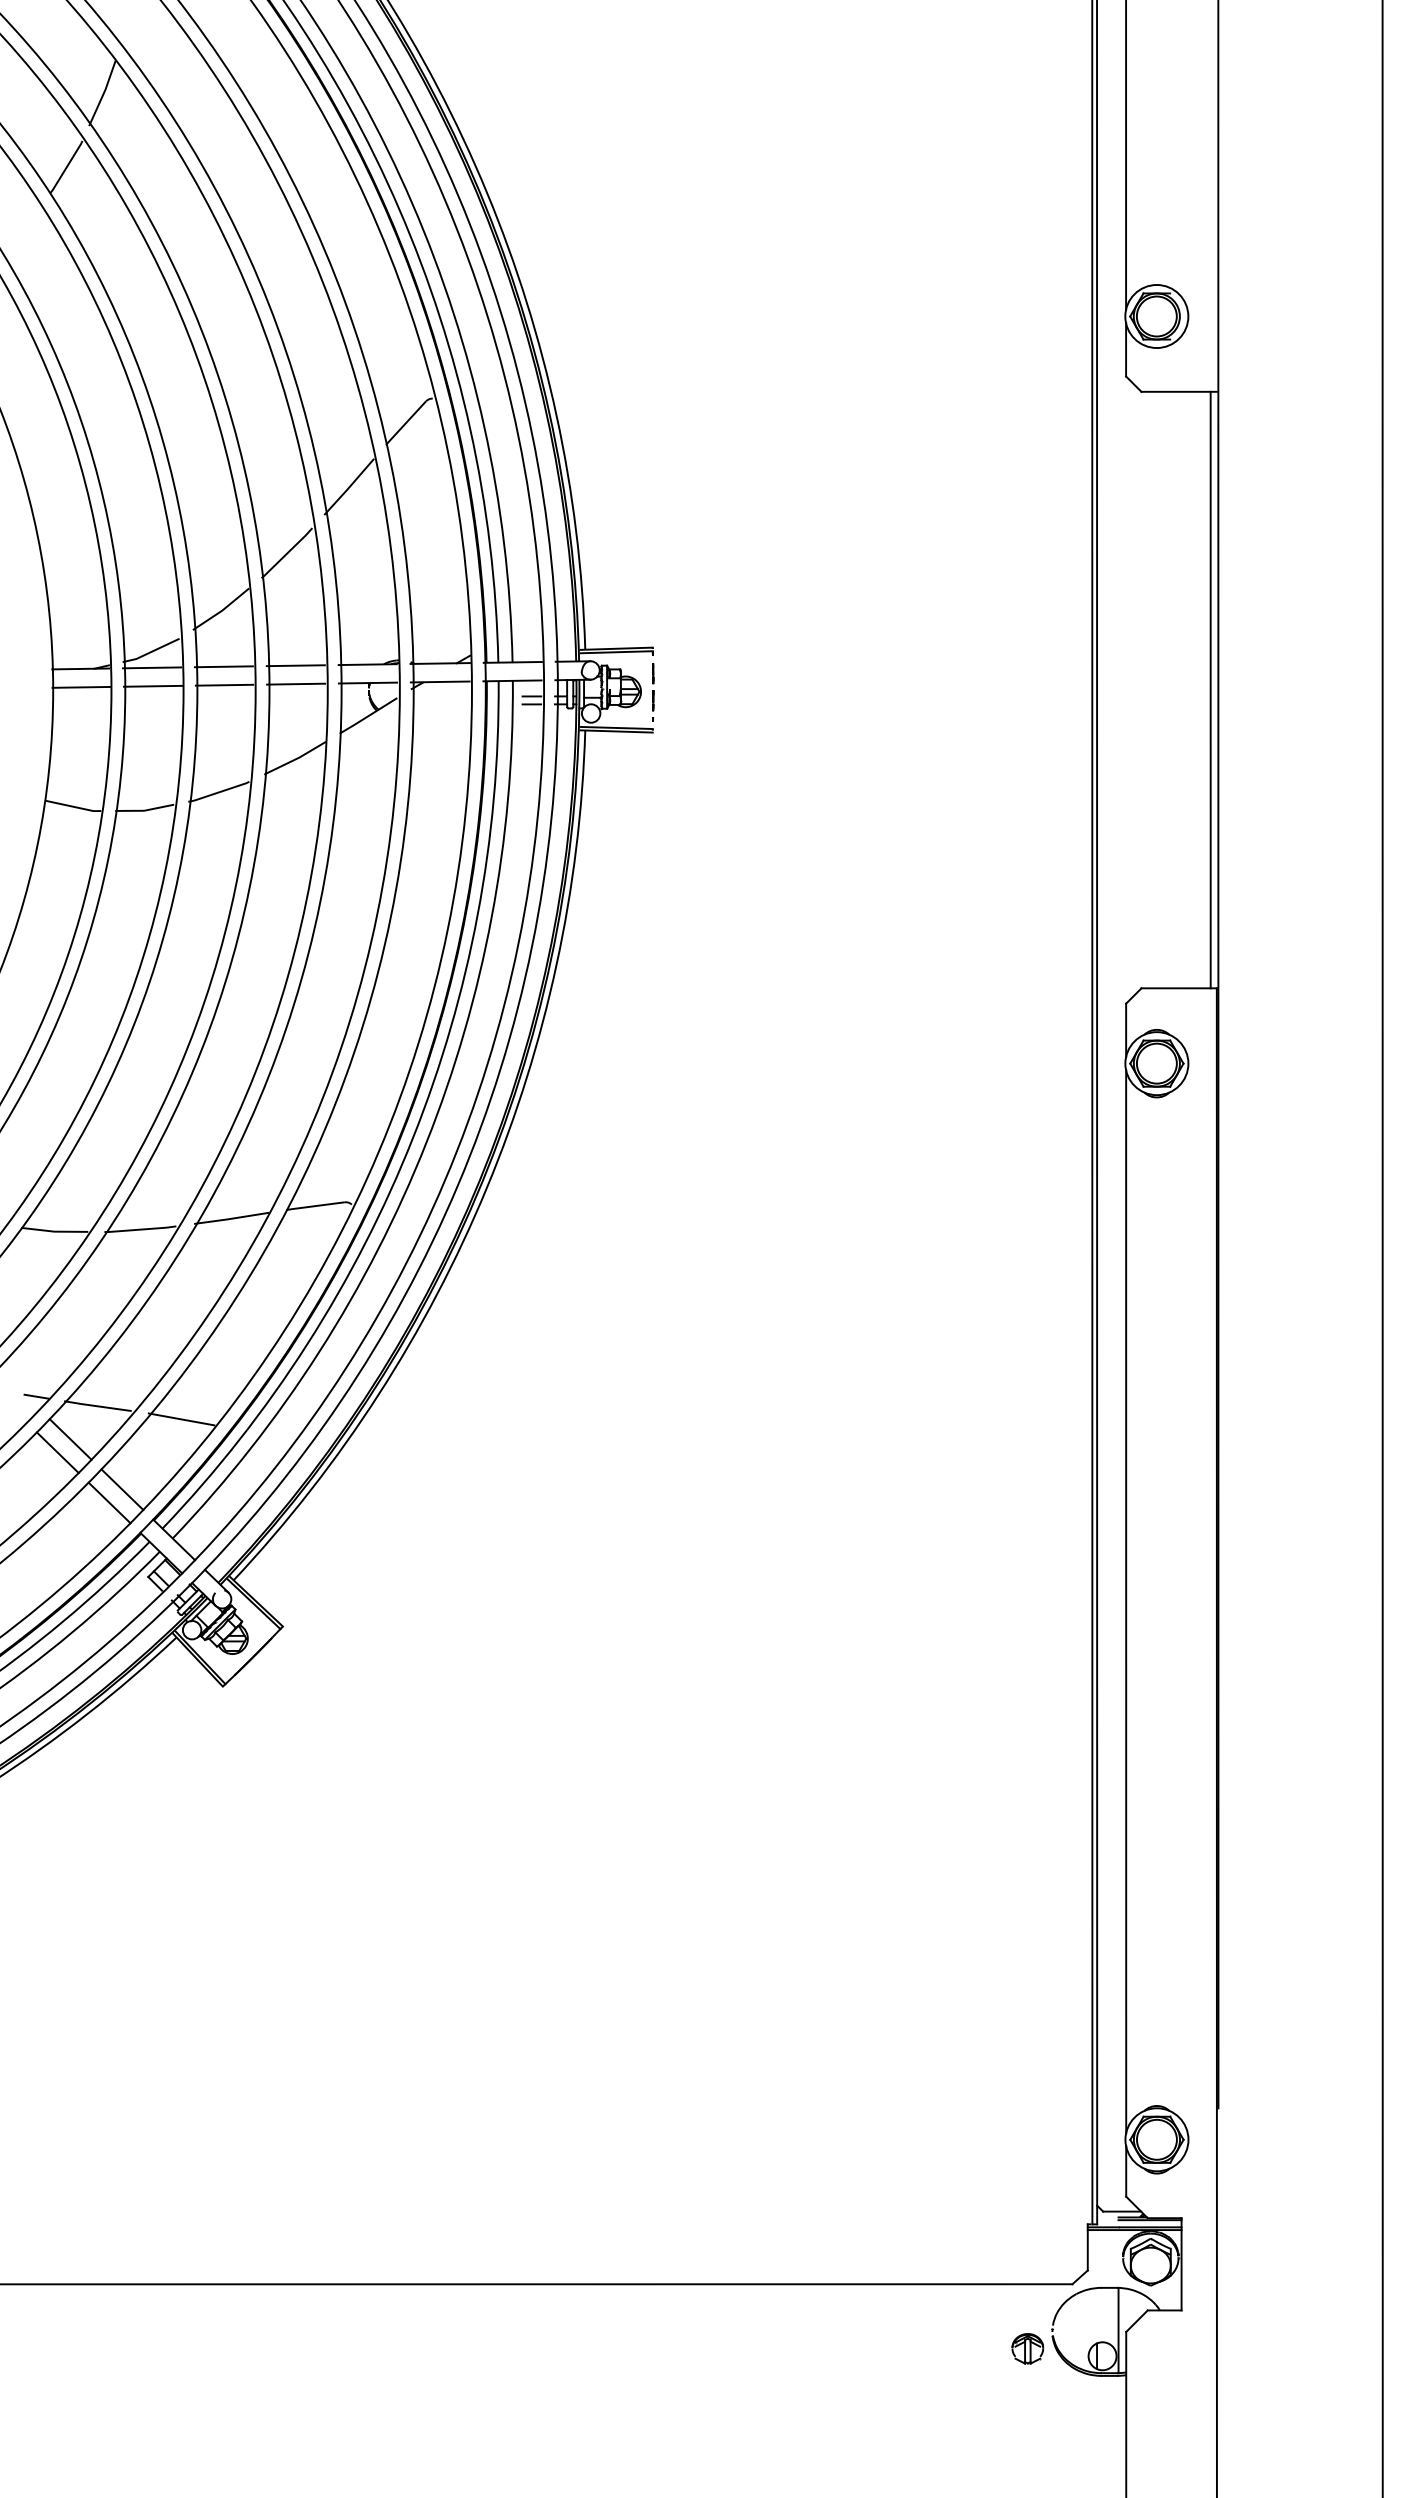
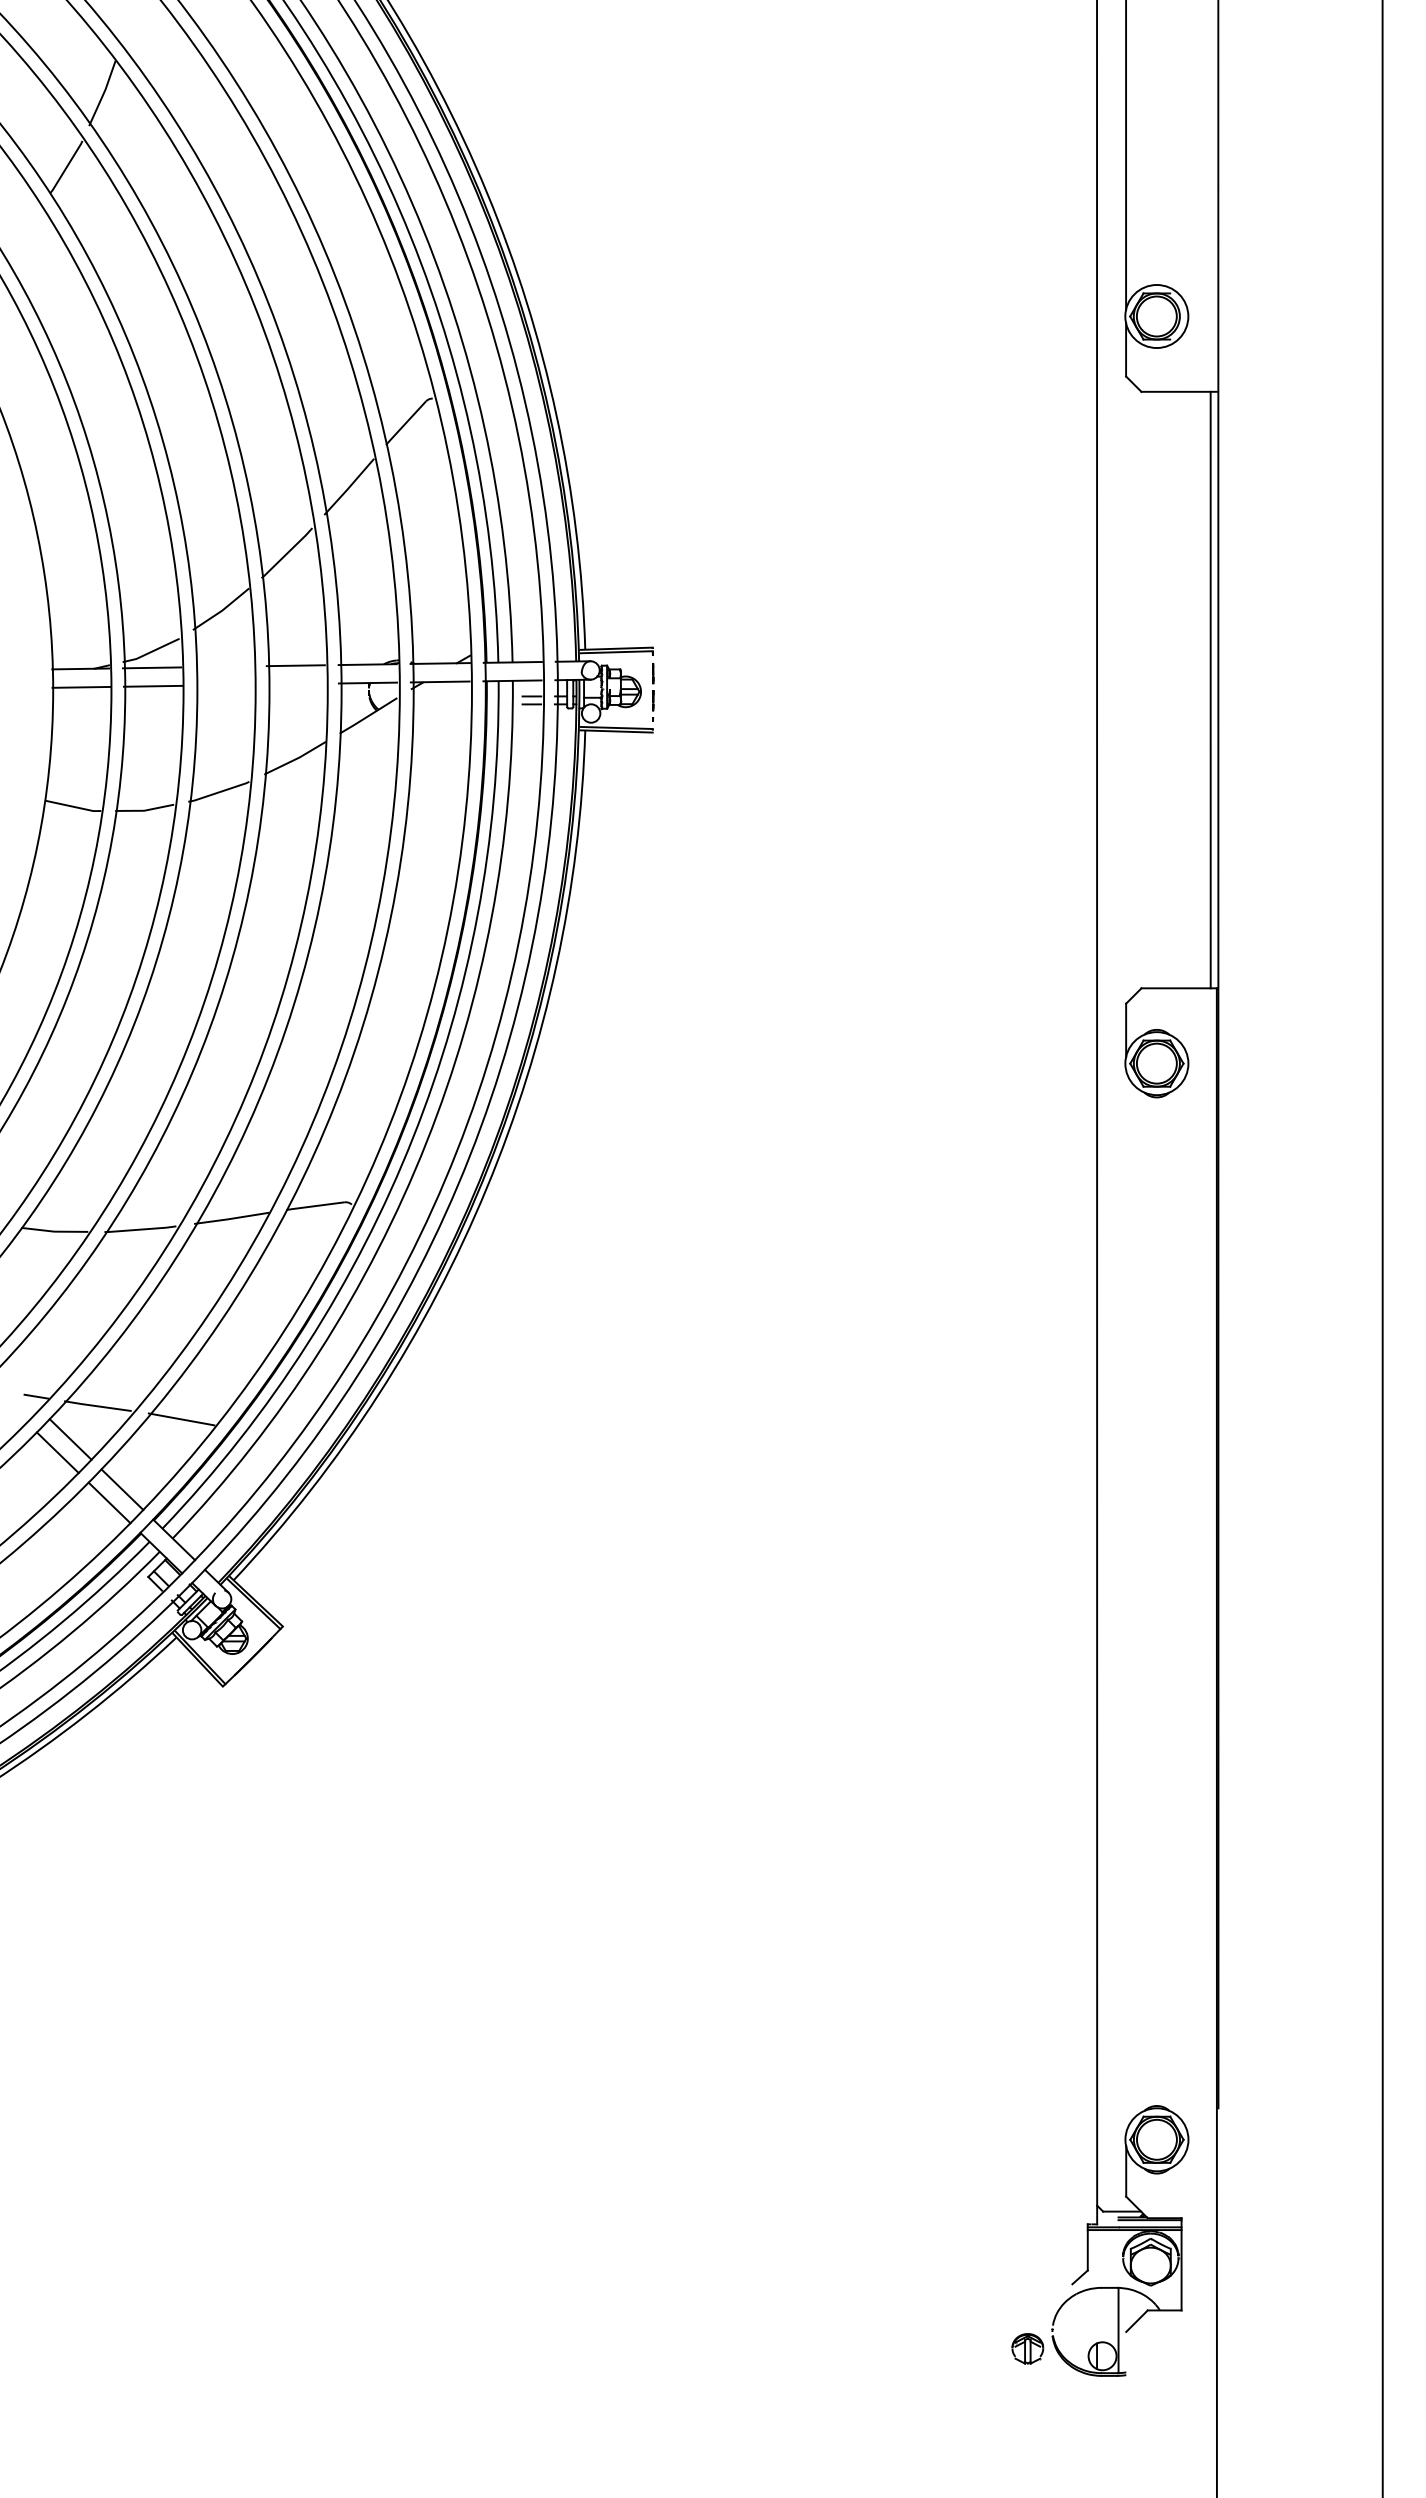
line at (223, 666): present -> none
line at (296, 683): present -> none
line at (224, 684): present -> none
line at (1092, 1113): present -> none
line at (1126, 1601): present -> none
line at (537, 2284): present -> none
line at (1126, 2412): present -> none
